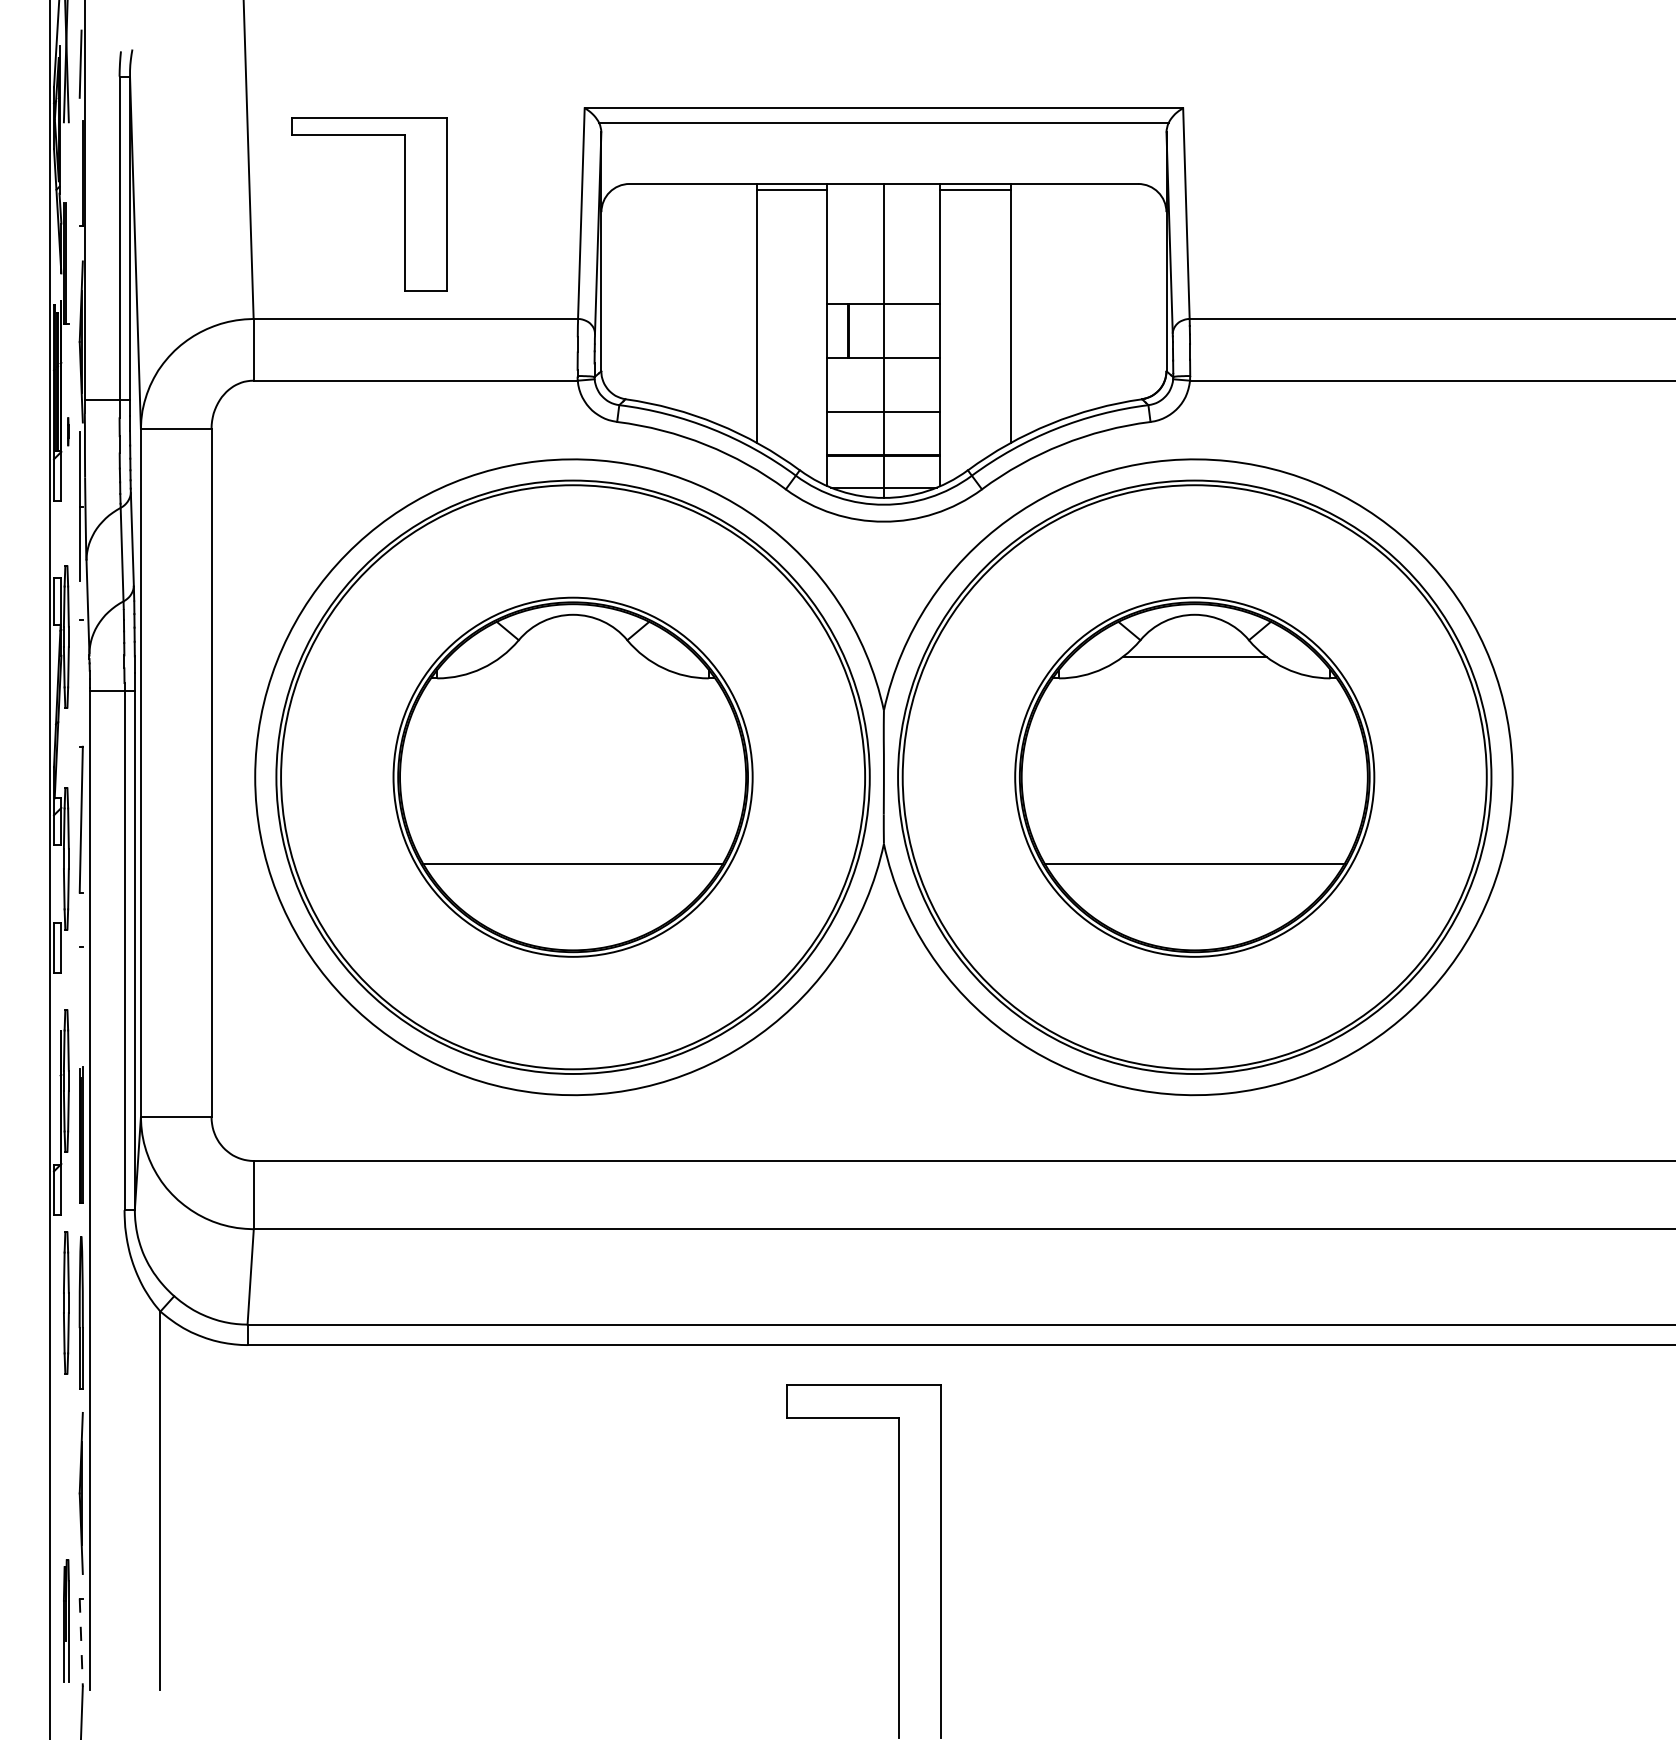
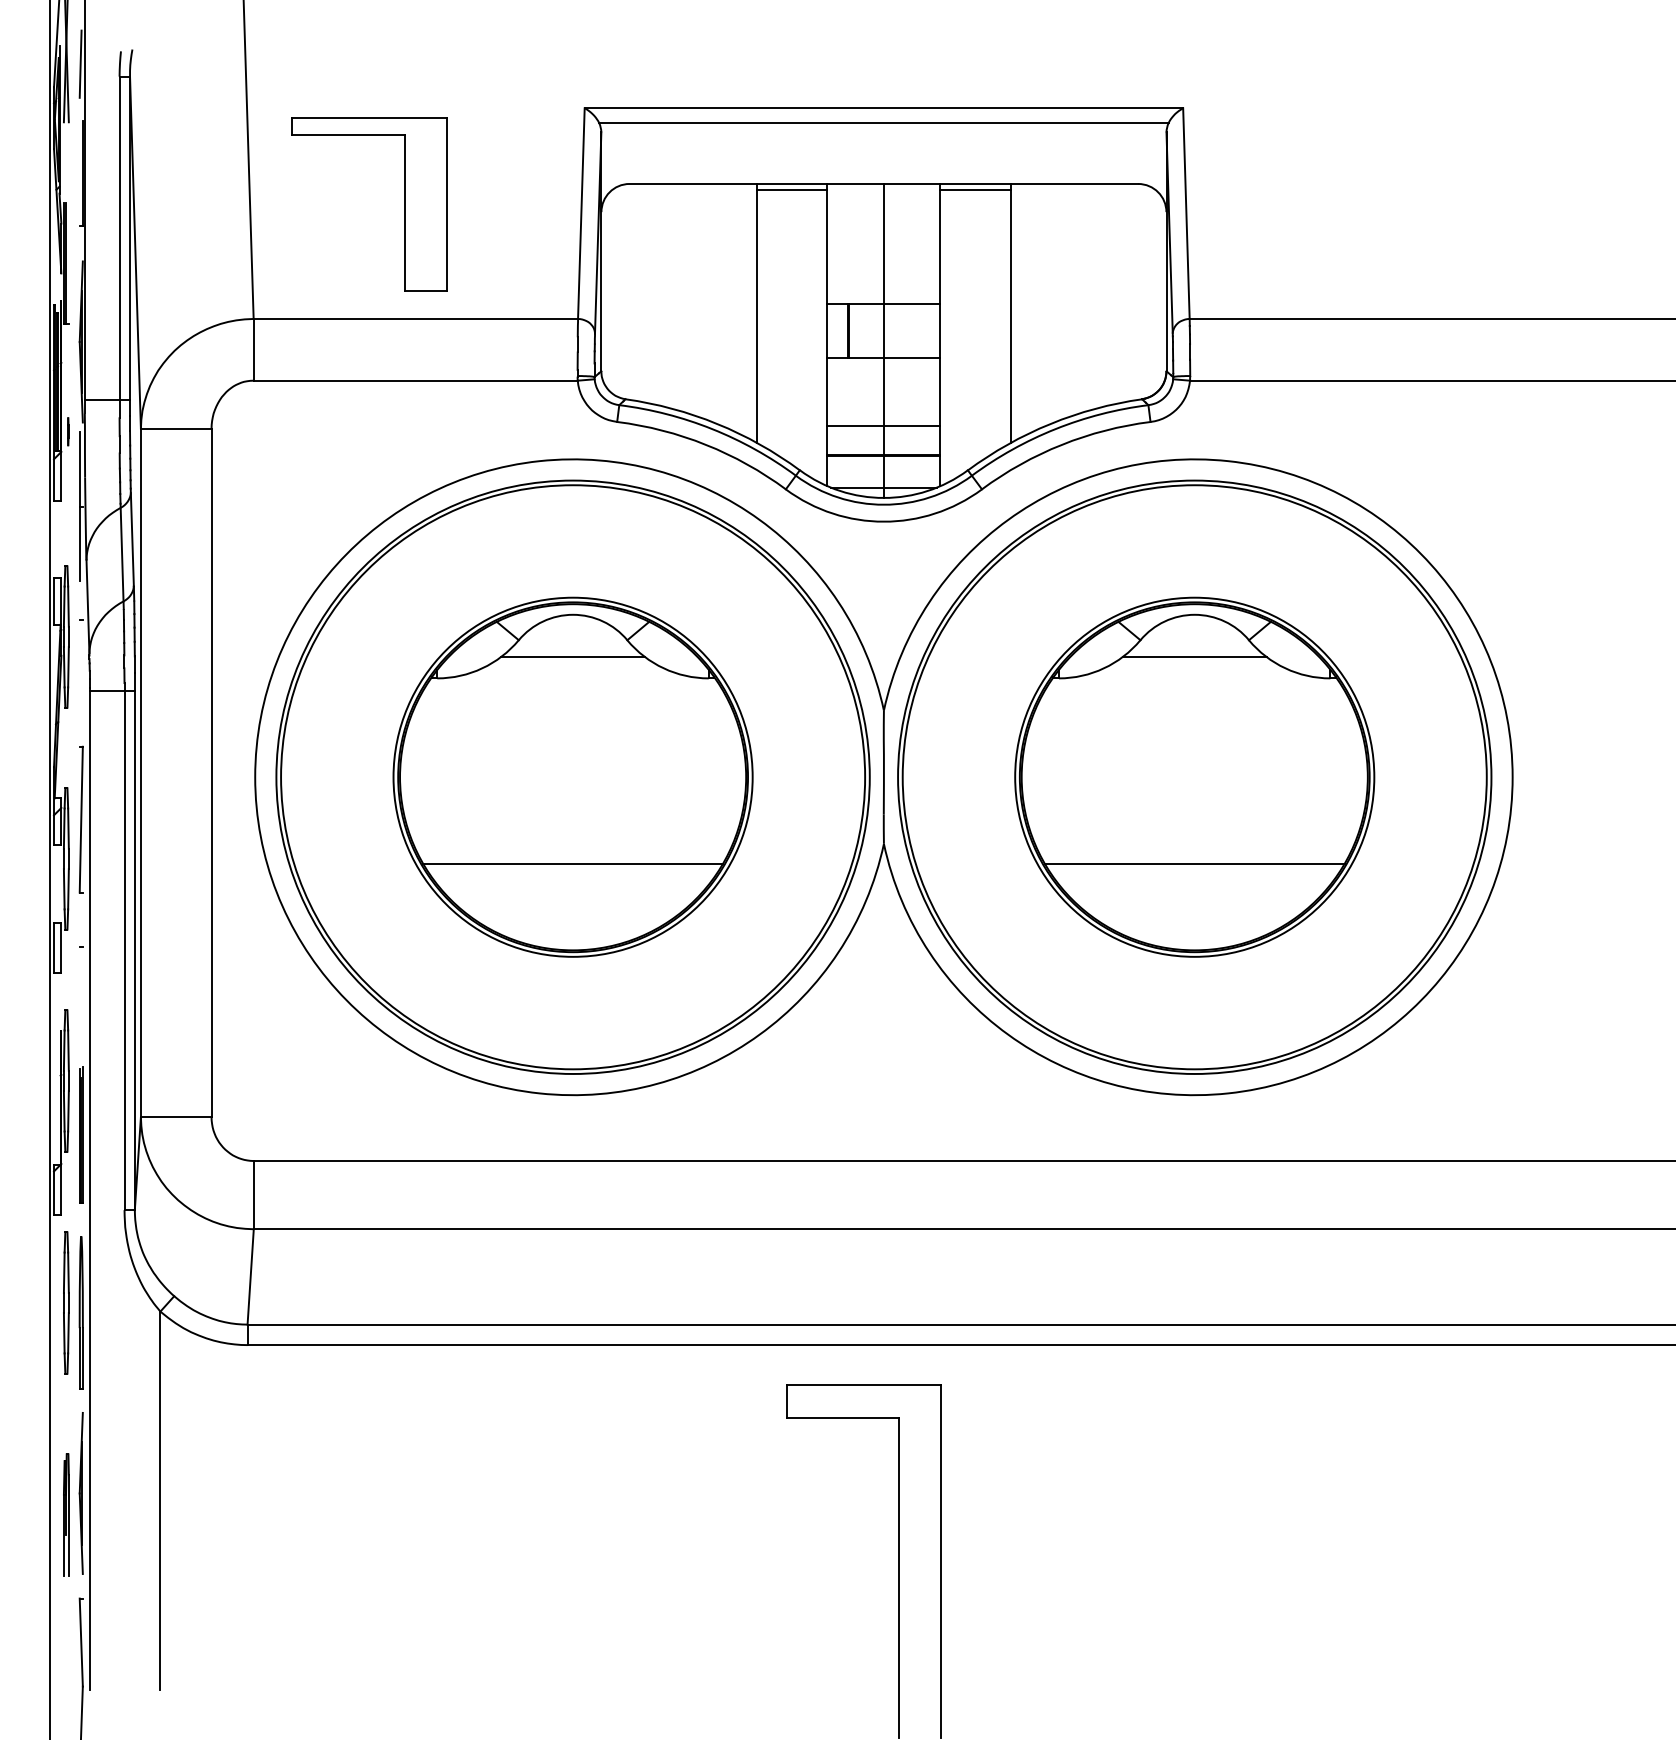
line at (883, 412) position: (883, 412) -> (883, 426)
line at (572, 657): none -> present
part at (66, 1620) position: (66, 1620) -> (66, 1514)
line at (81, 1643): dashed -> solid
